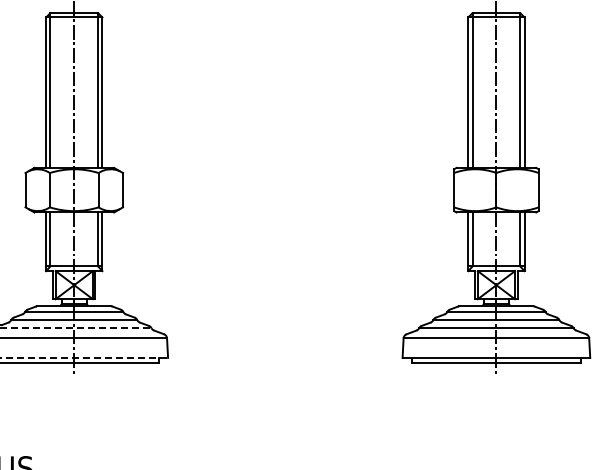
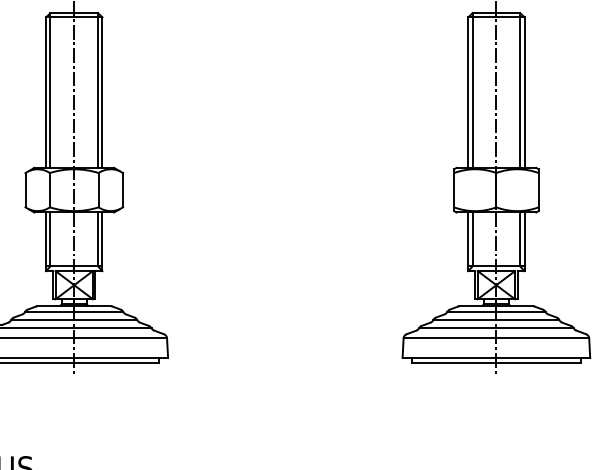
line at (75, 328): dashed -> solid
line at (84, 357): dashed -> solid
